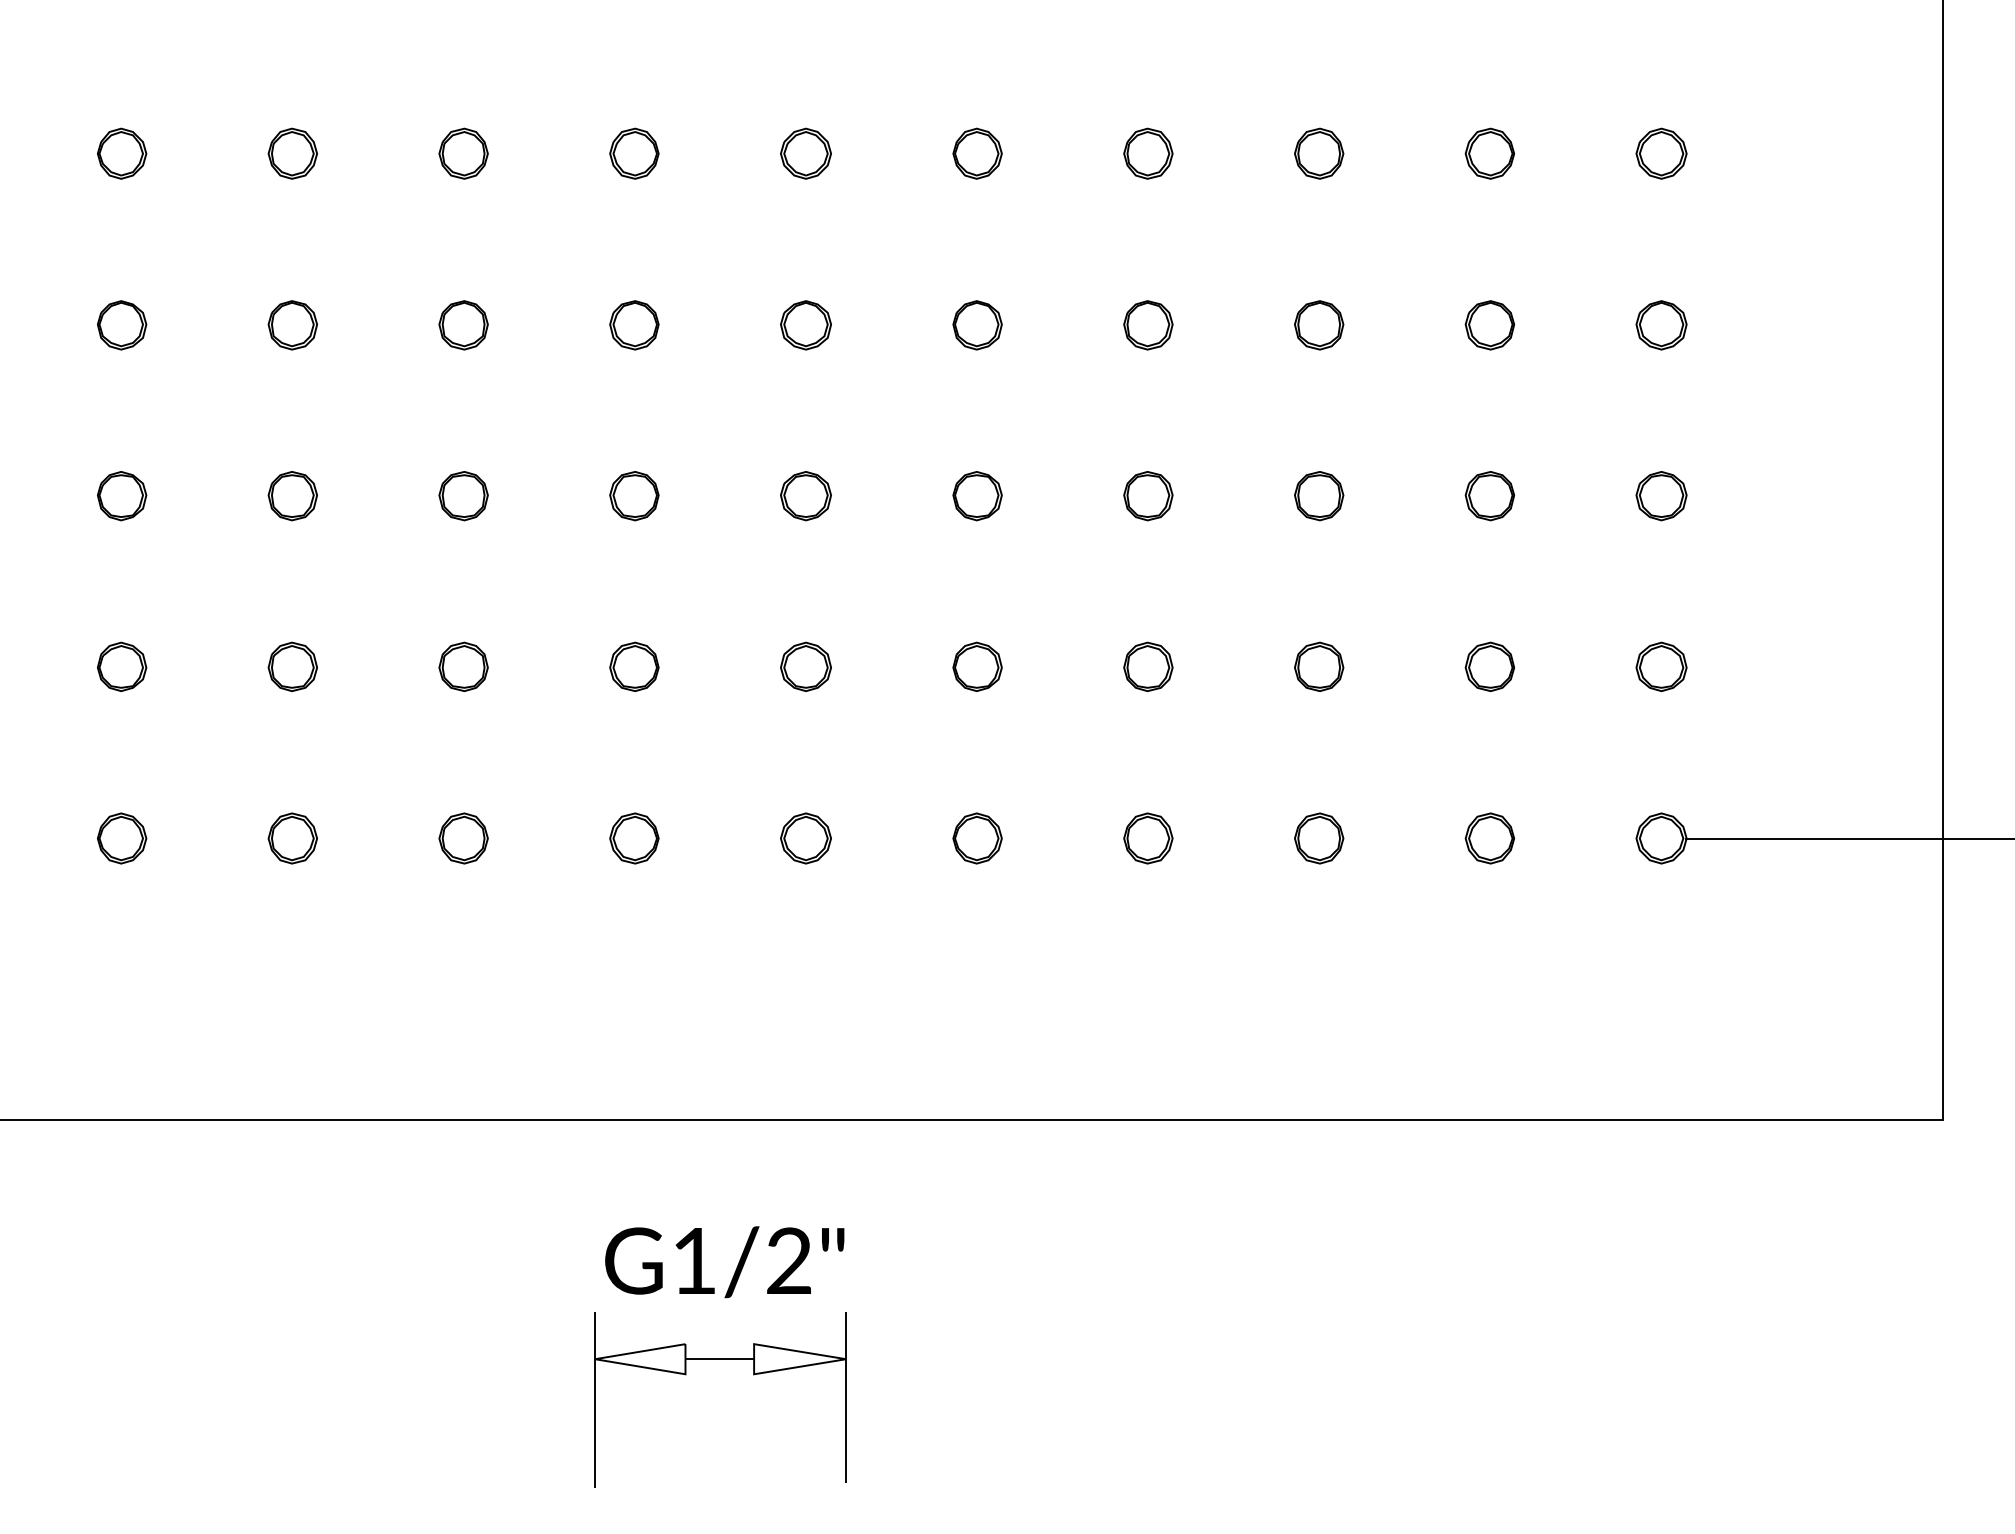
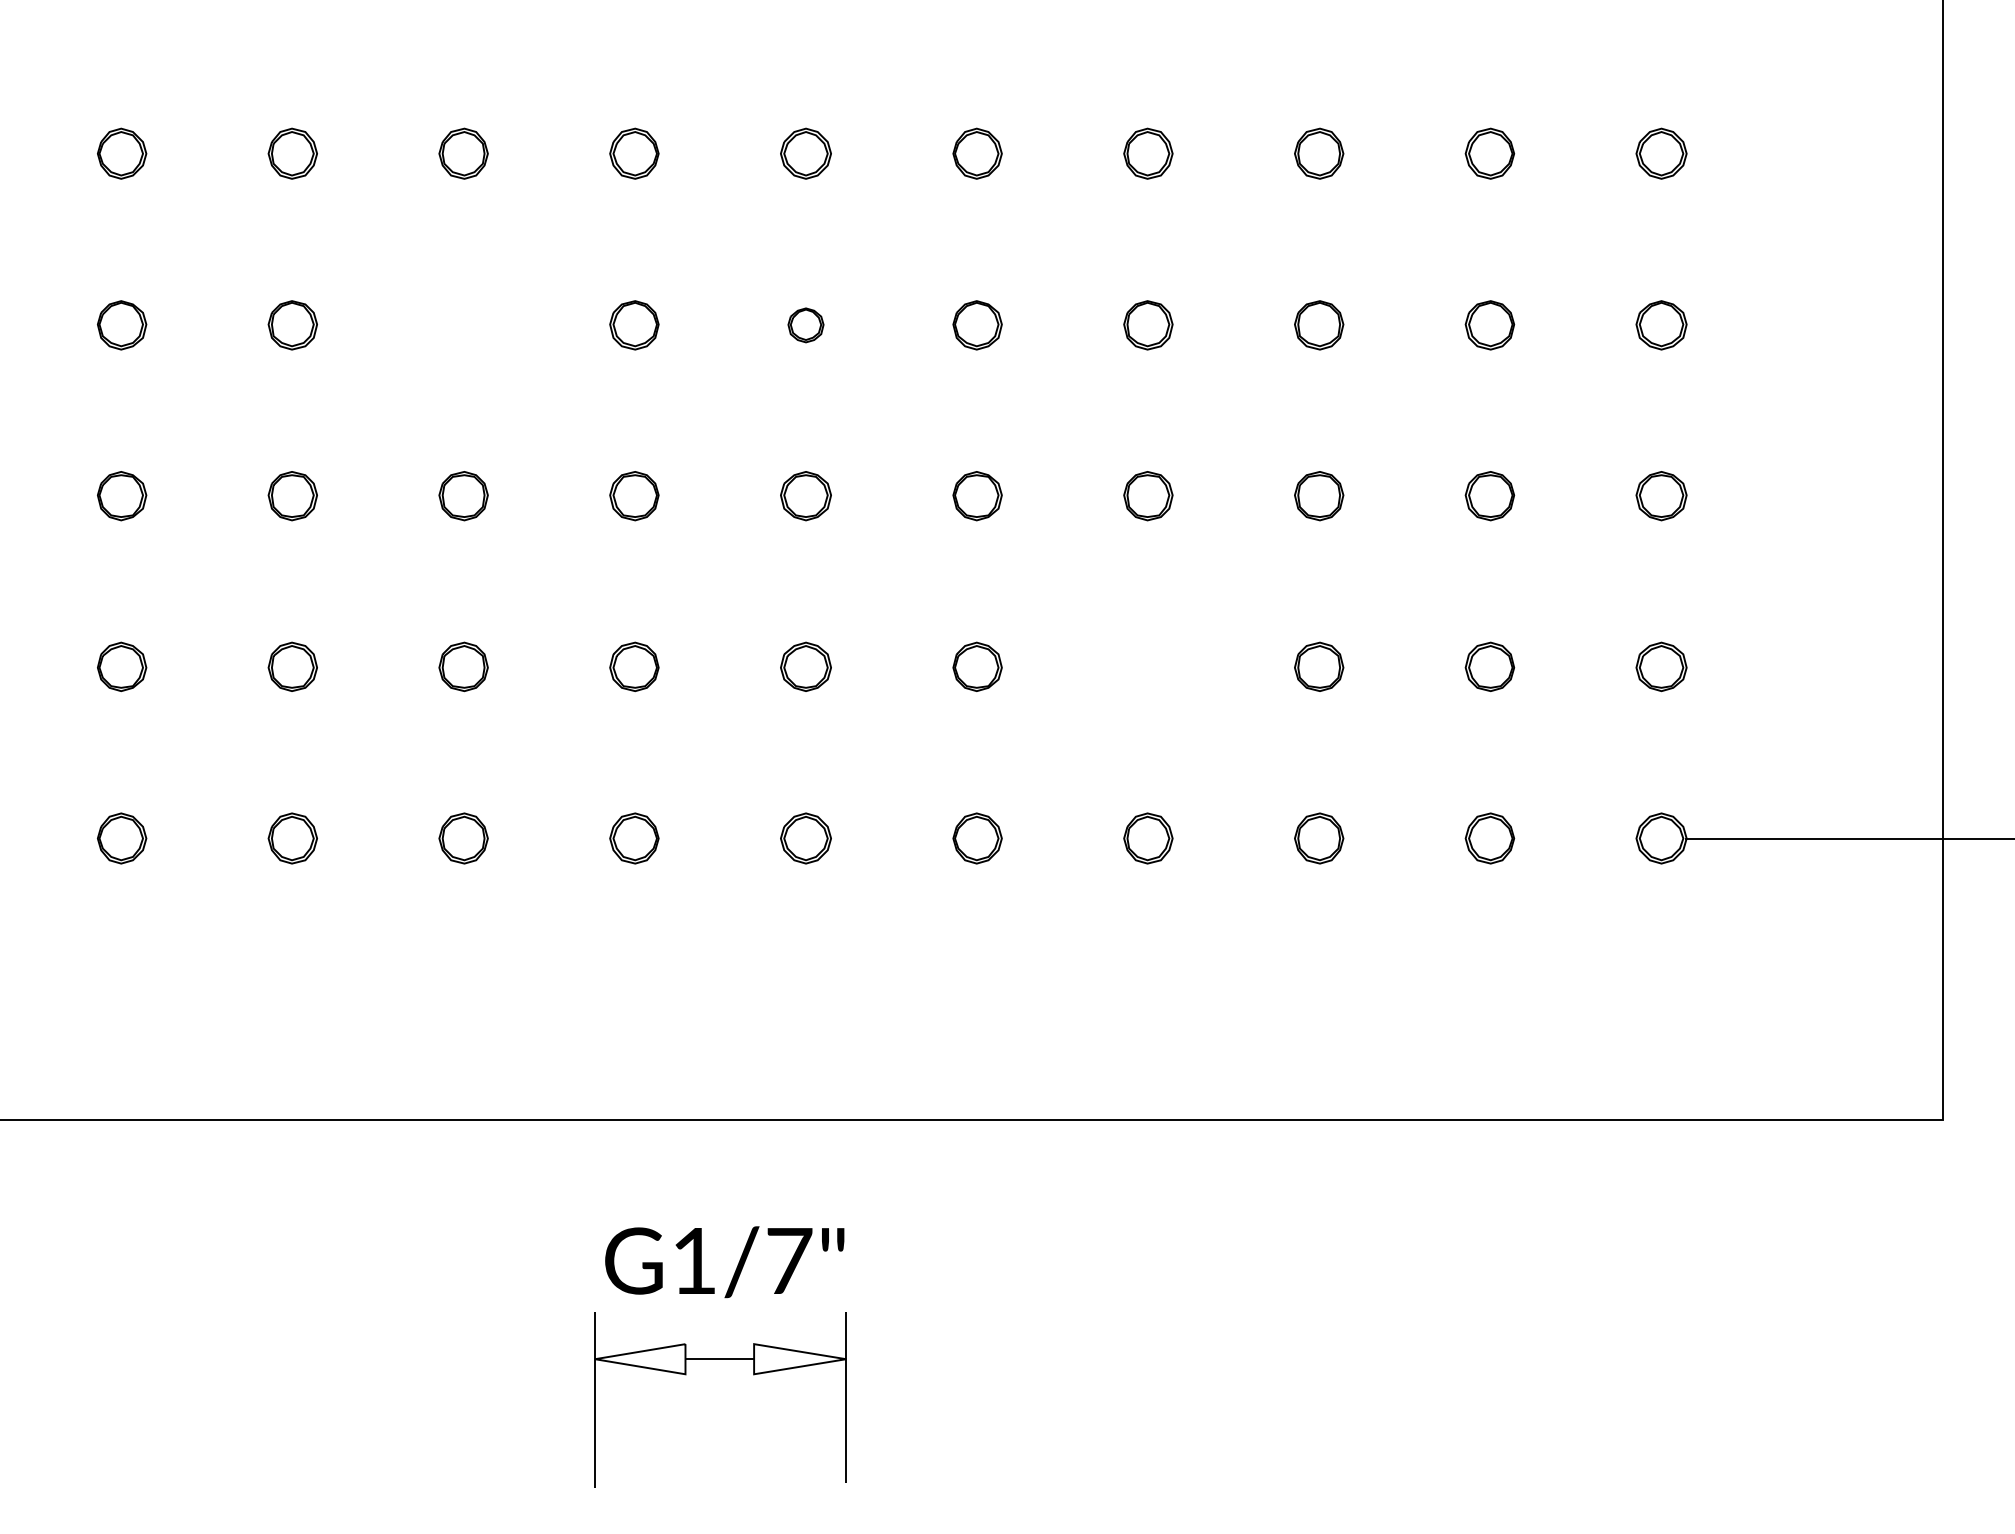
part at (463, 325): present -> none
part at (805, 325) size: 52x51 px -> 38x37 px
part at (1148, 666): present -> none
text at (789, 1260): G1/2" -> G1/7"
